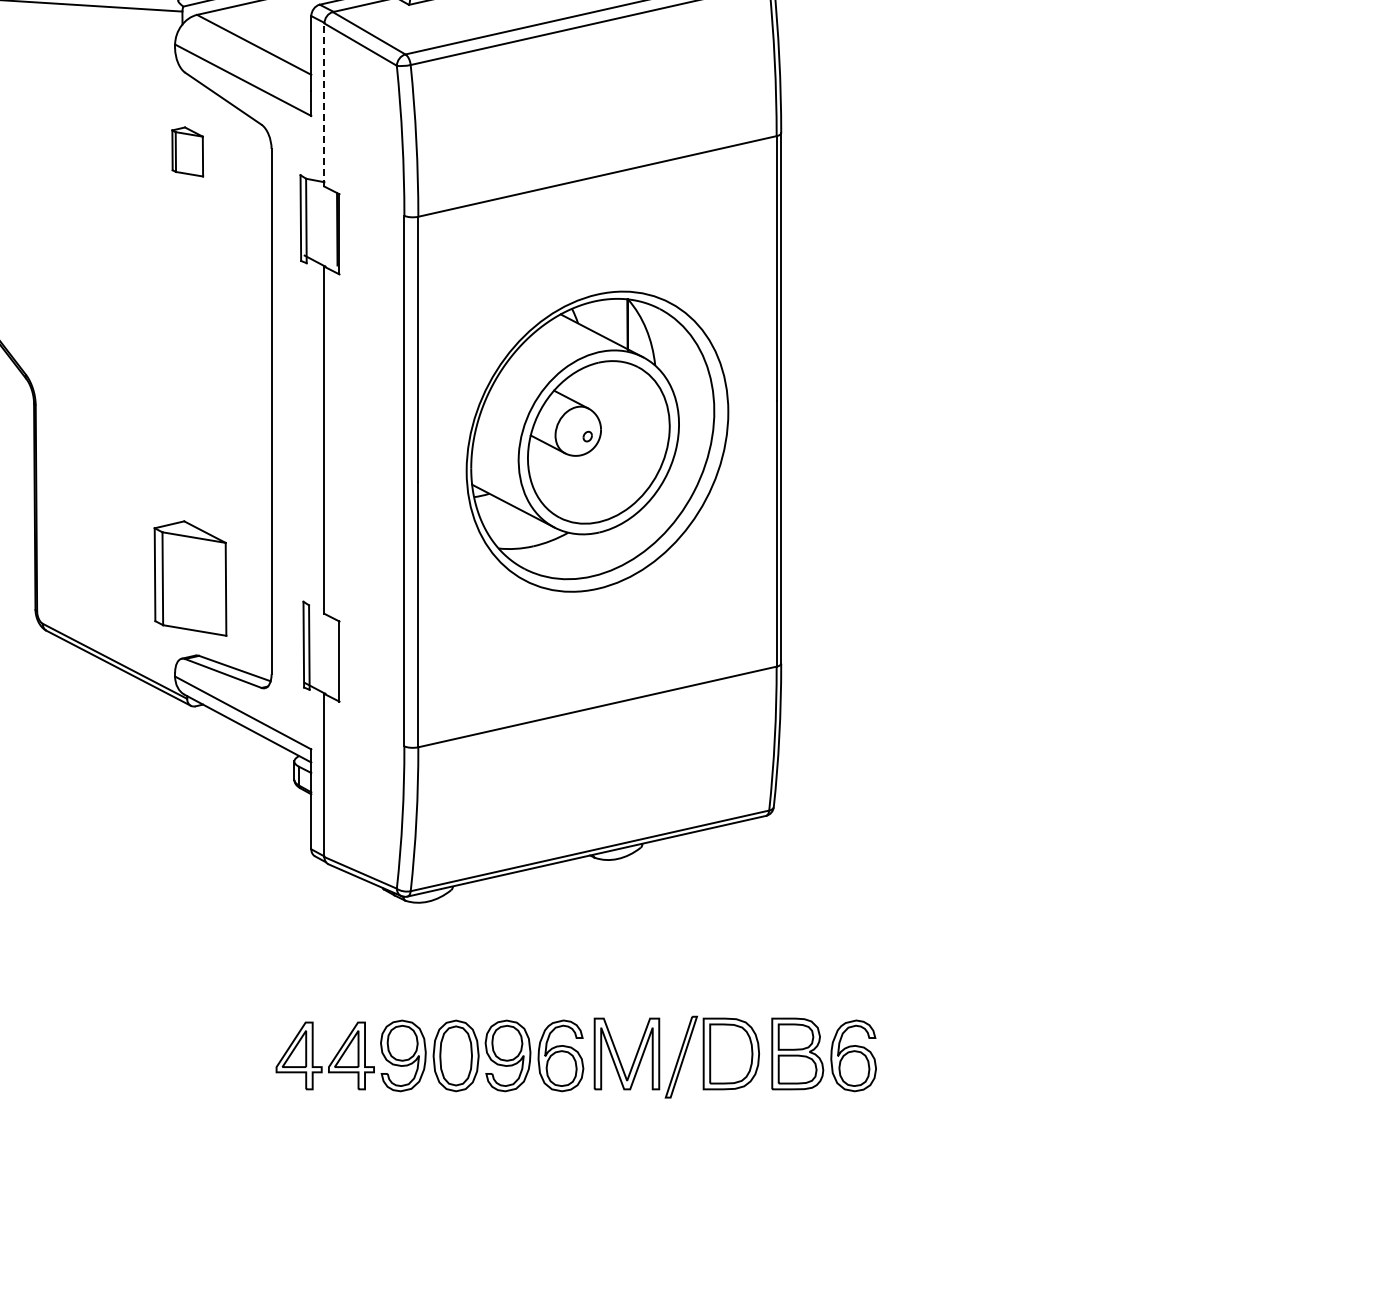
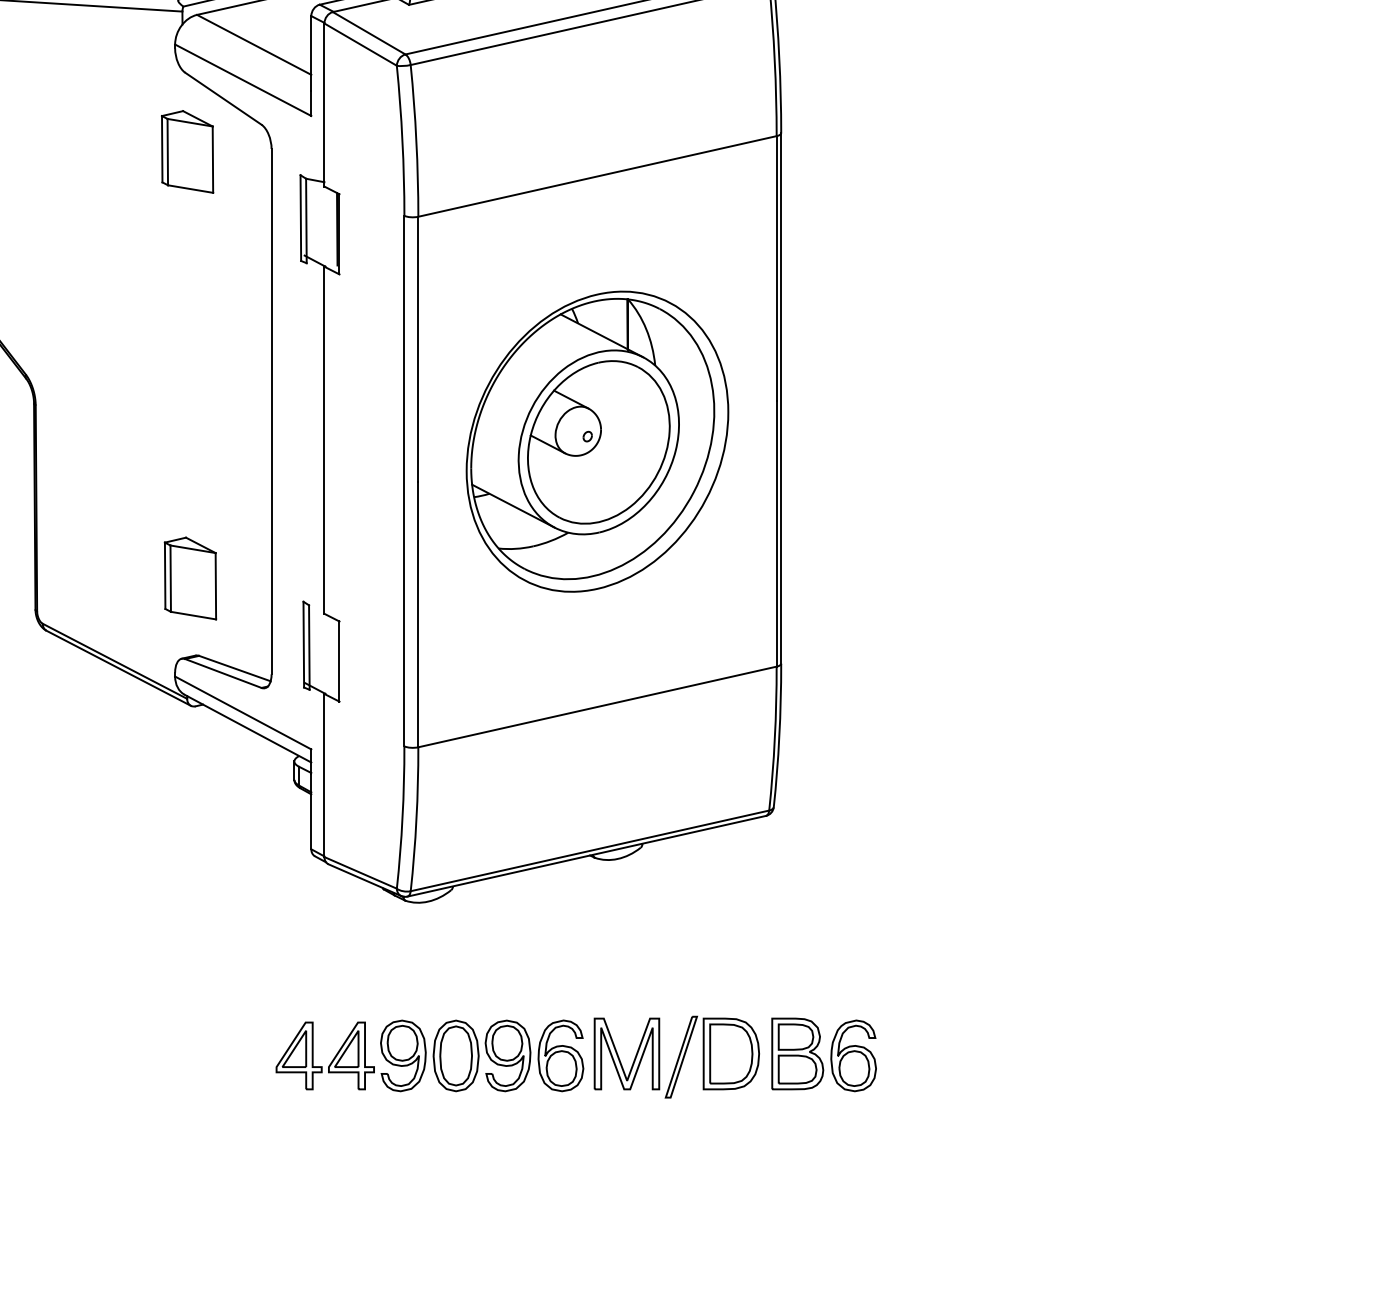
line at (324, 105): dashed -> solid
part at (187, 151) size: 34x52 px -> 54x84 px
part at (190, 578) size: 75x117 px -> 55x85 px
